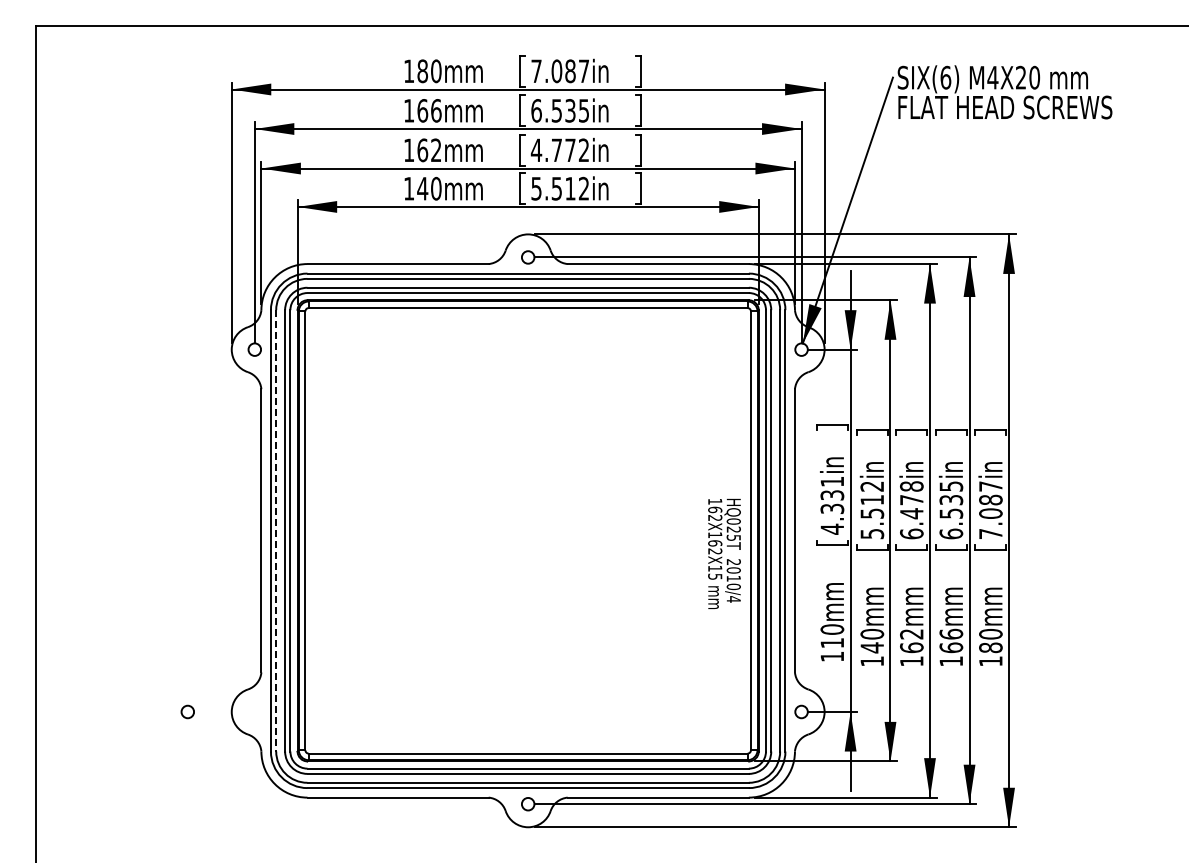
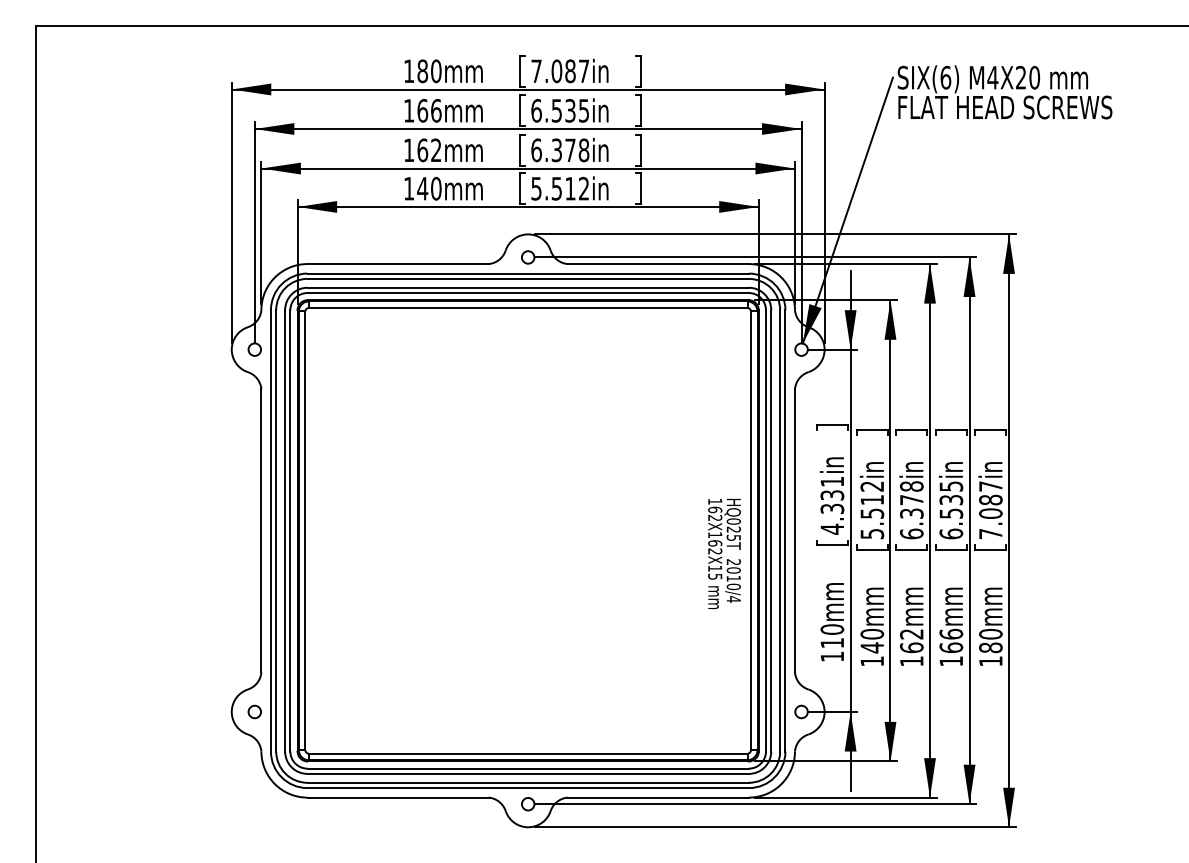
text at (559, 150): 4.772in -> 6.378in
text at (911, 513): 6.478in -> 6.378in
line at (276, 530): dashed -> solid
circle at (187, 711) position: (187, 711) -> (254, 711)
